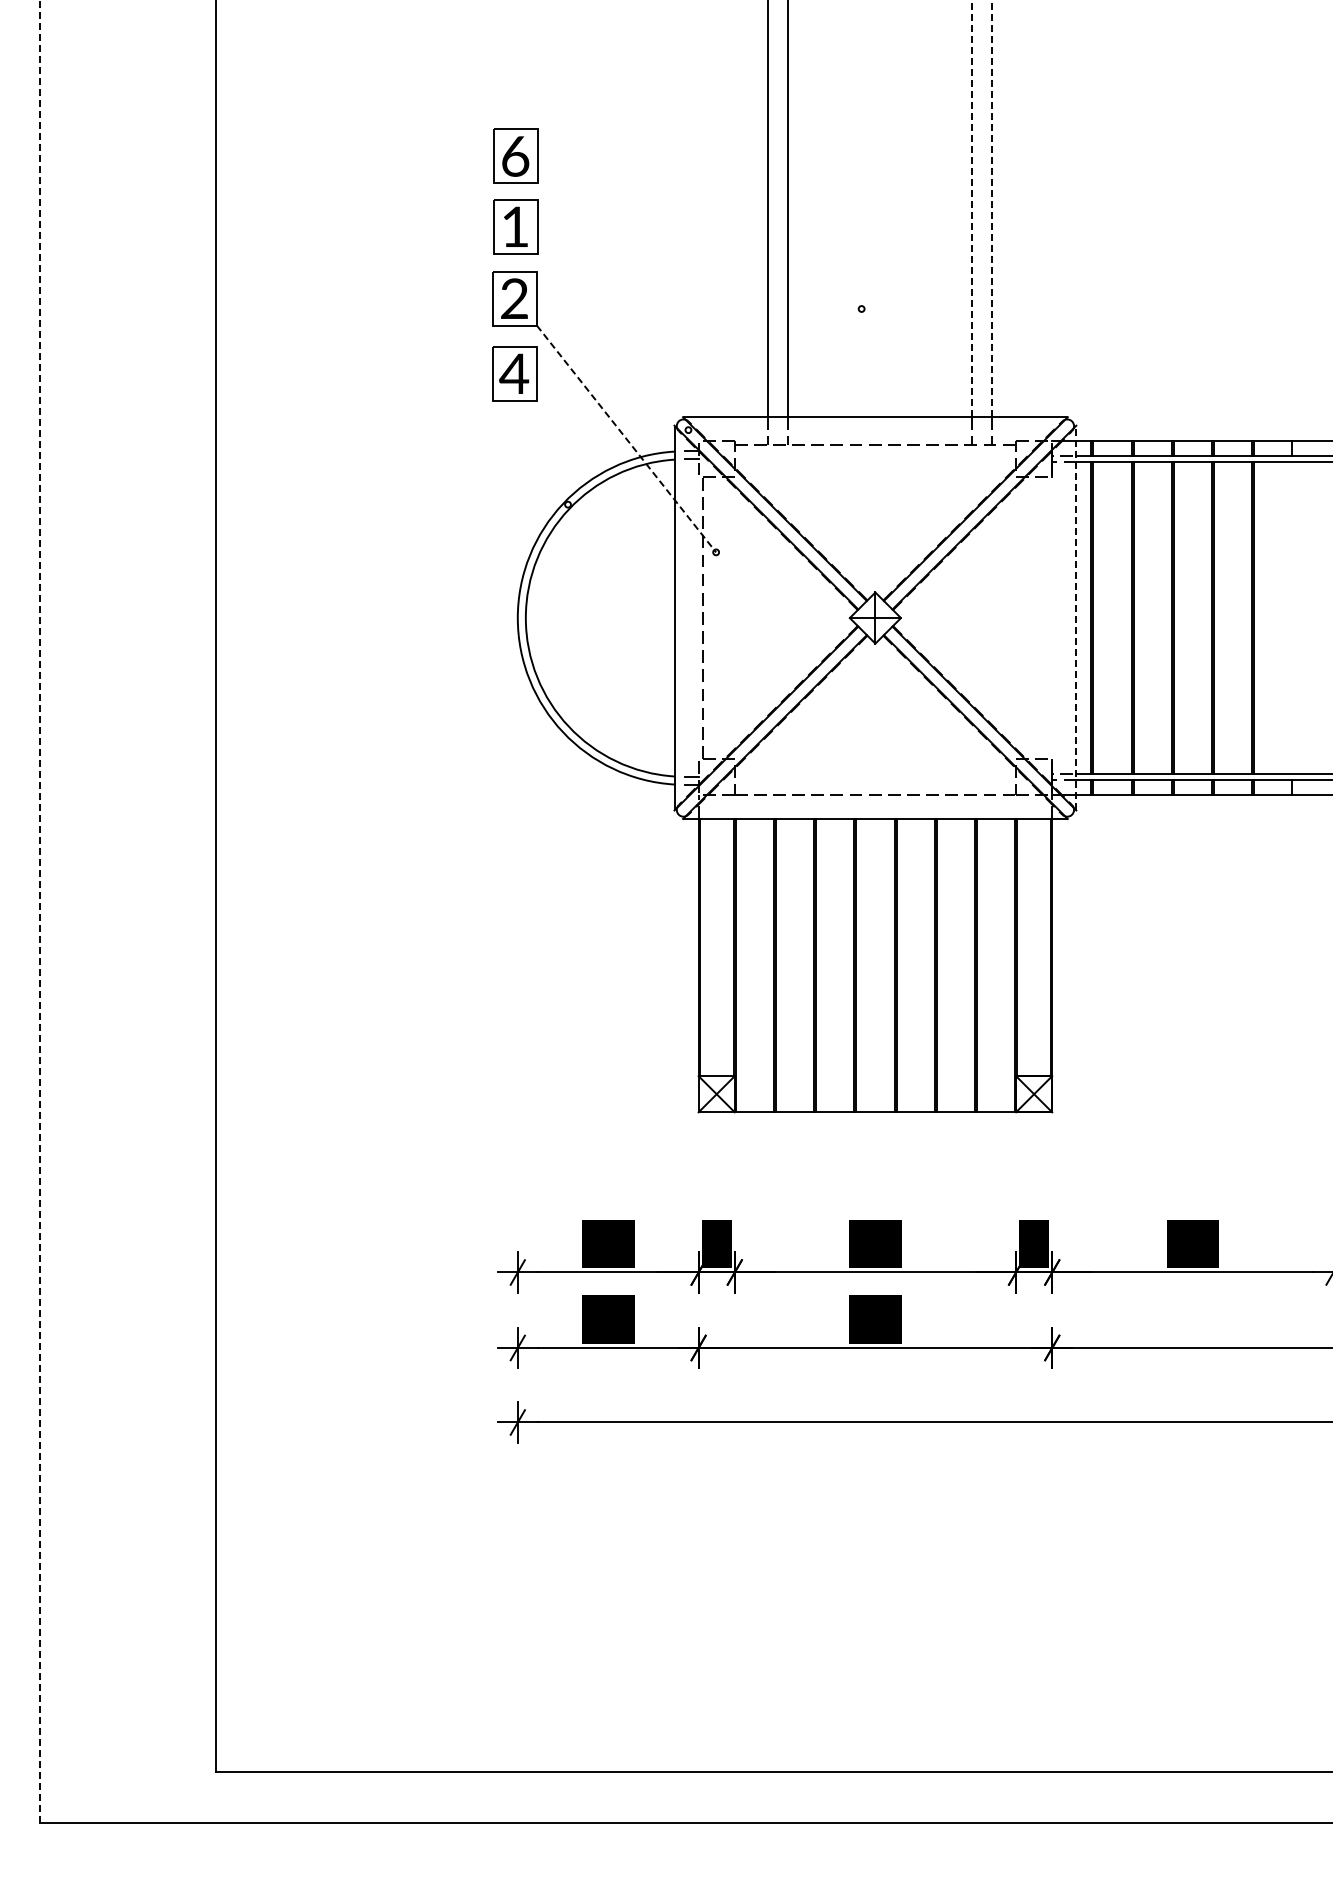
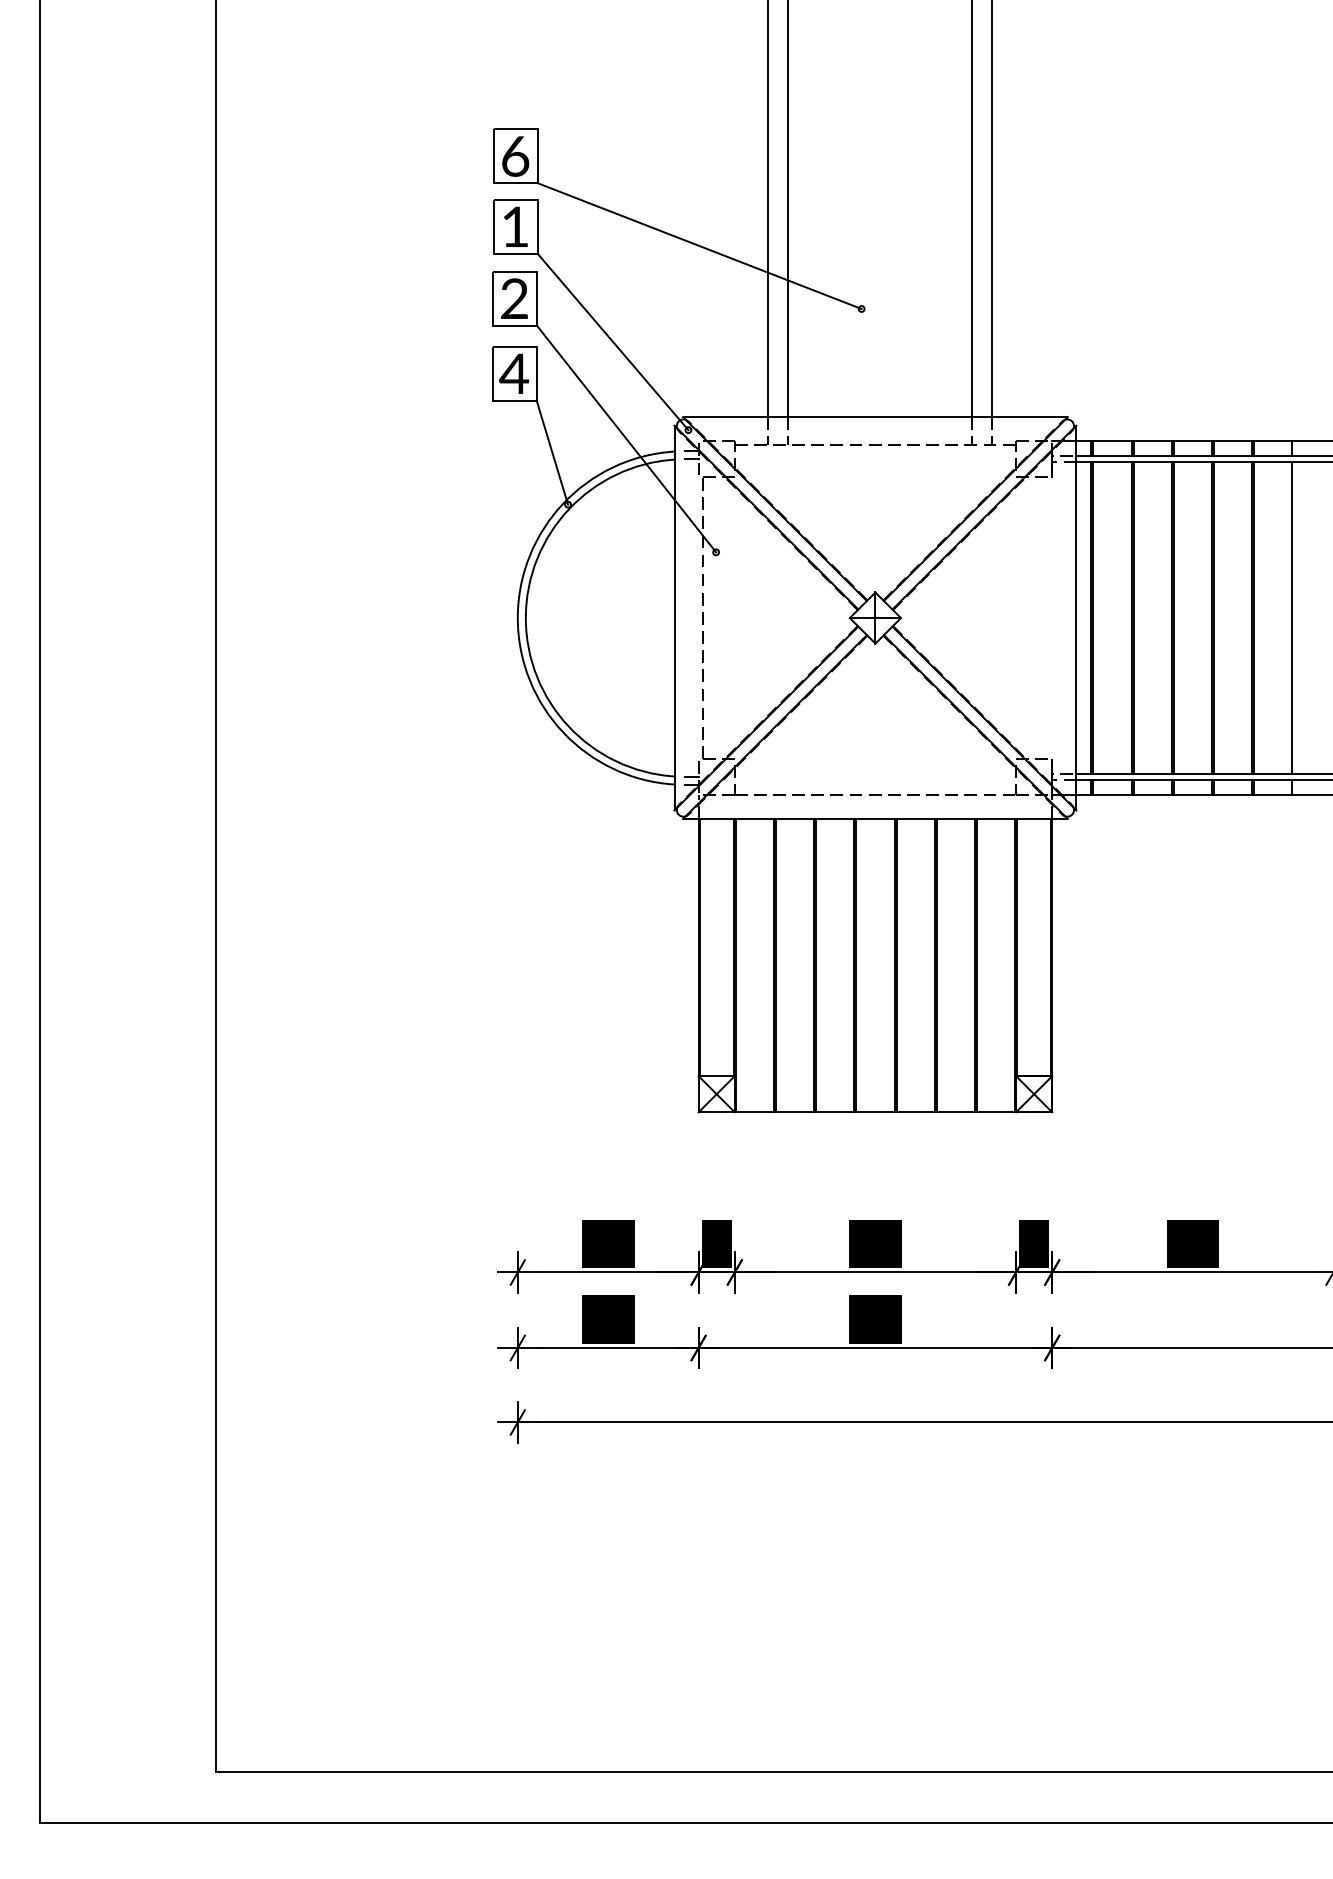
line at (972, 209): dashed -> solid
line at (991, 209): dashed -> solid
line at (699, 246): none -> present
line at (612, 341): none -> present
line at (626, 438): dashed -> solid
line at (552, 452): none -> present
line at (1076, 617): dashed -> solid
line at (1292, 617): none -> present
line at (40, 910): dashed -> solid
